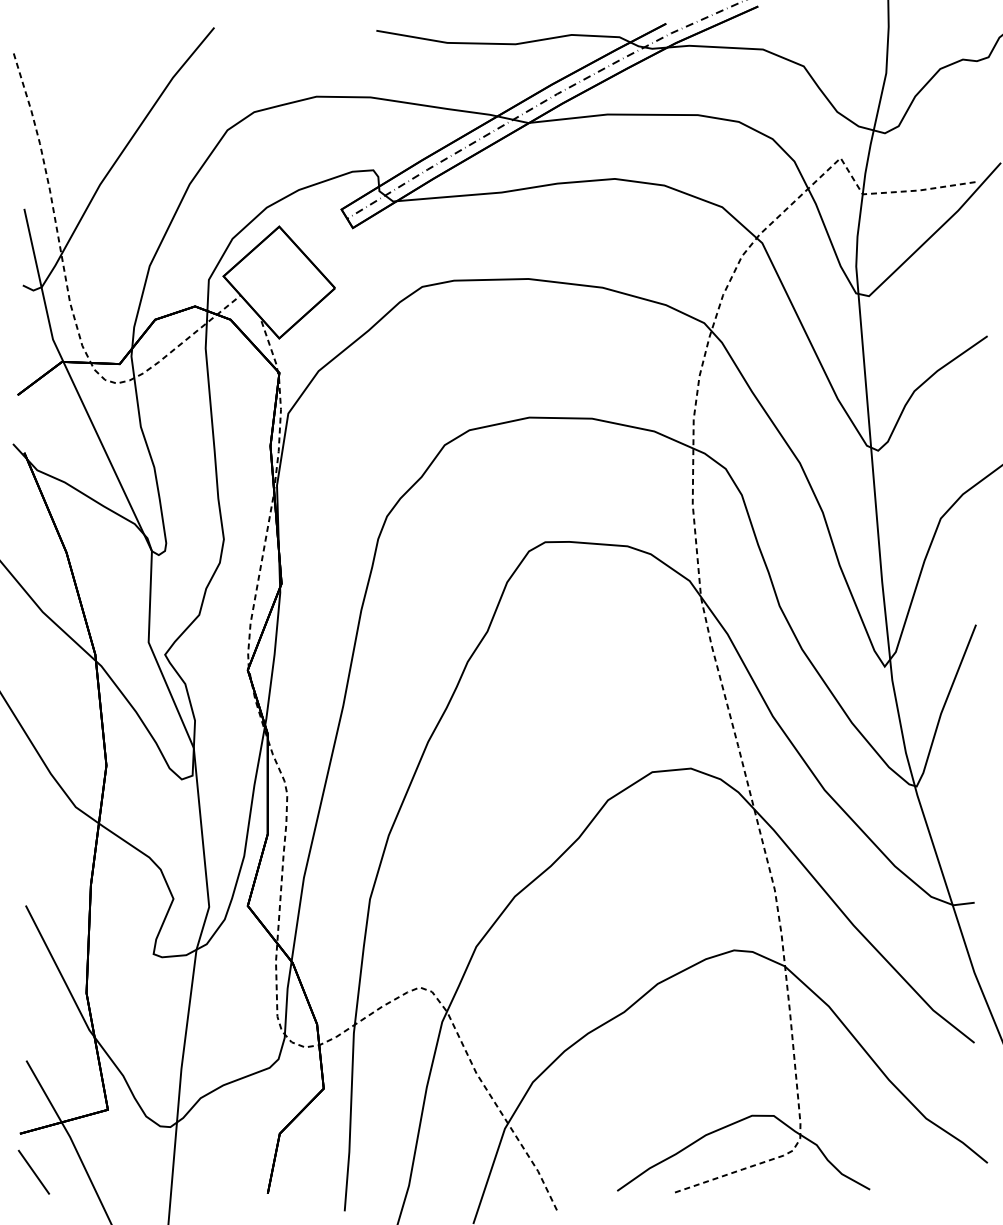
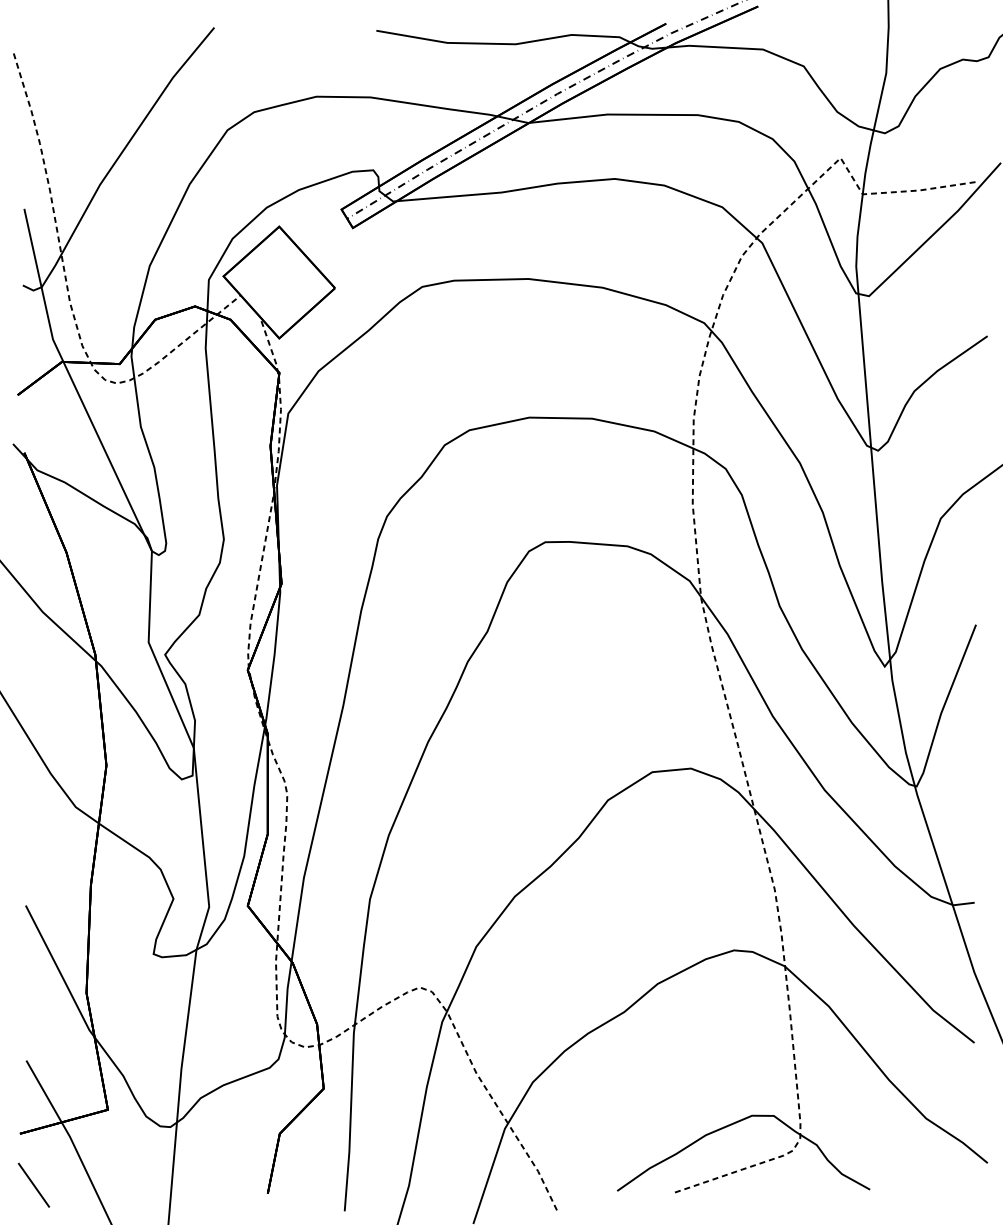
line at (33, 1171) position: (33, 1171) -> (33, 1184)
